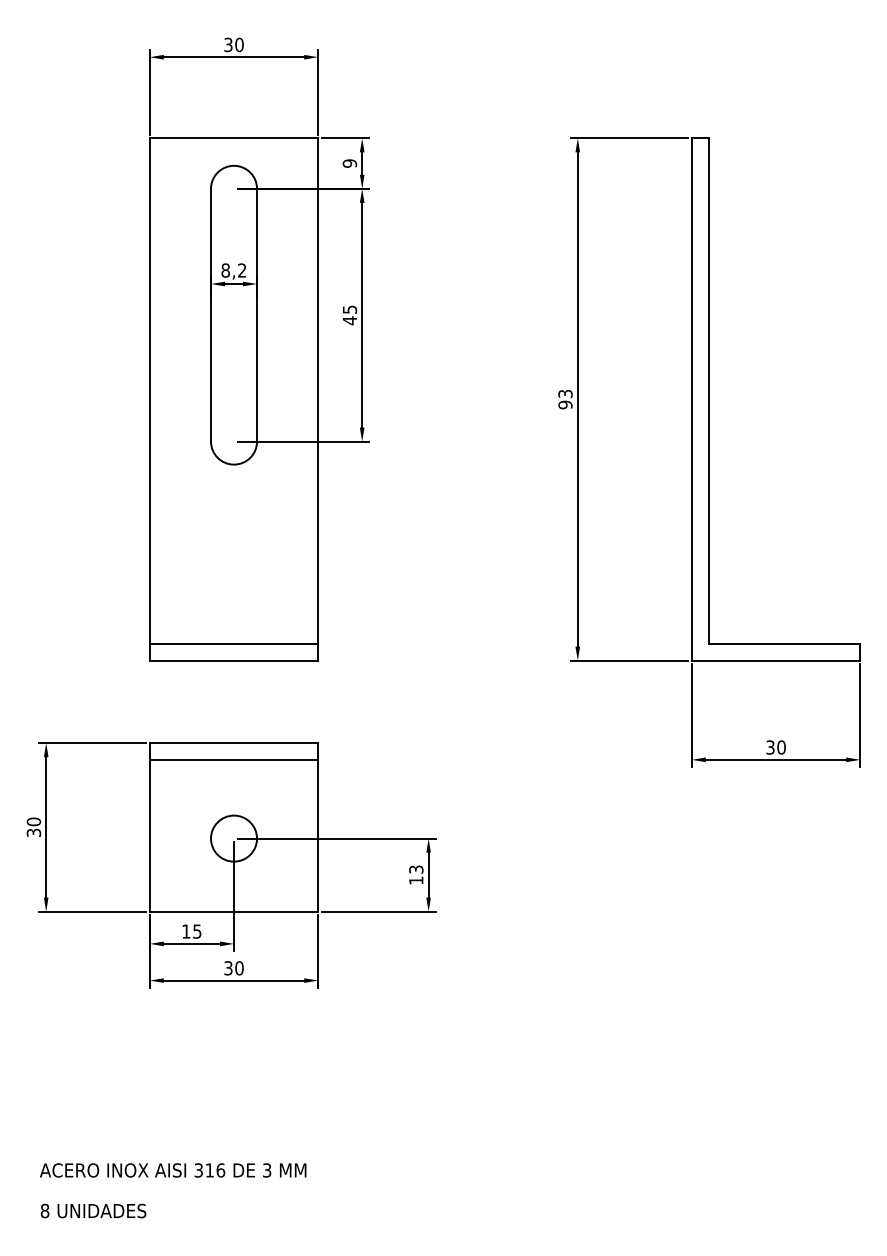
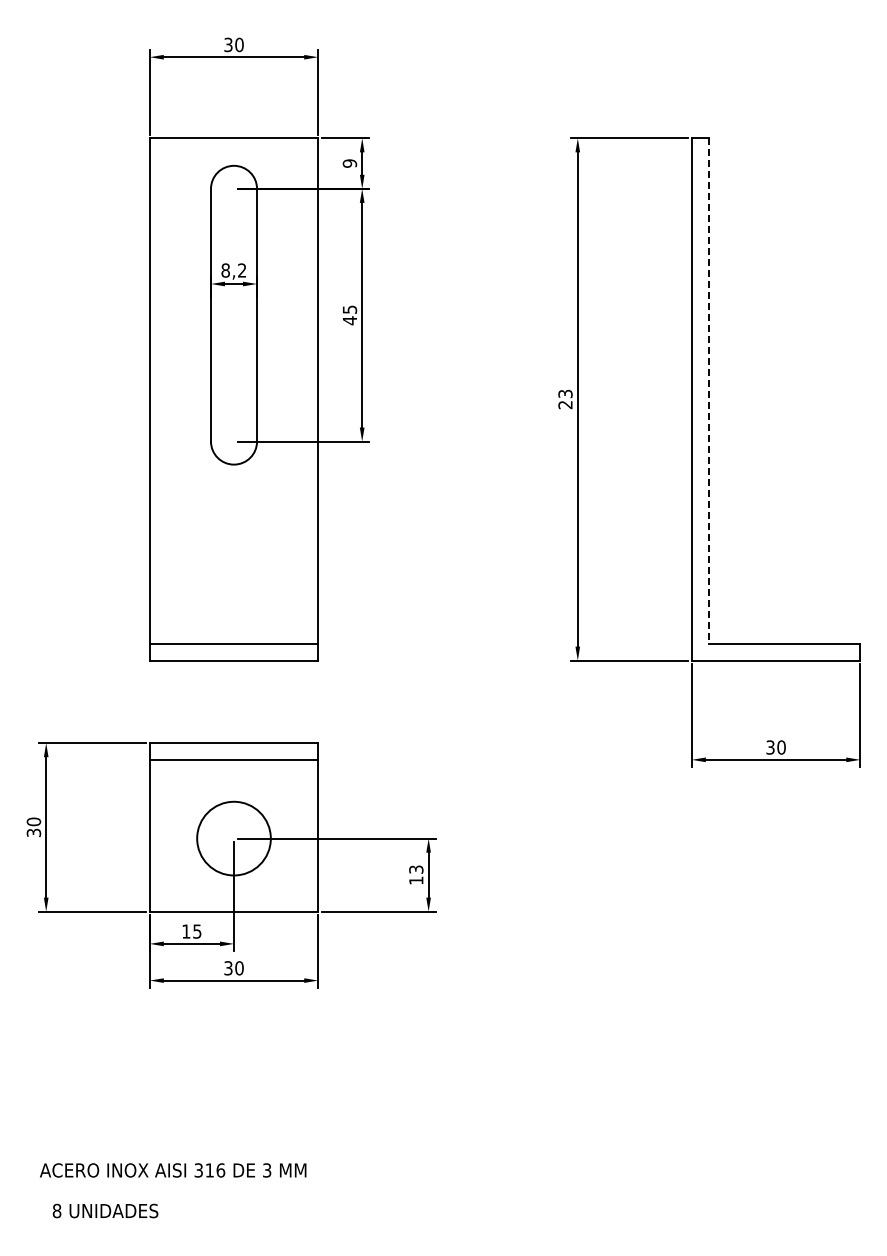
line at (708, 391): solid -> dashed
text at (565, 404): 93 -> 23
circle at (234, 838) diameter: 46 px -> 74 px
text at (93, 1210) position: (93, 1210) -> (105, 1210)
